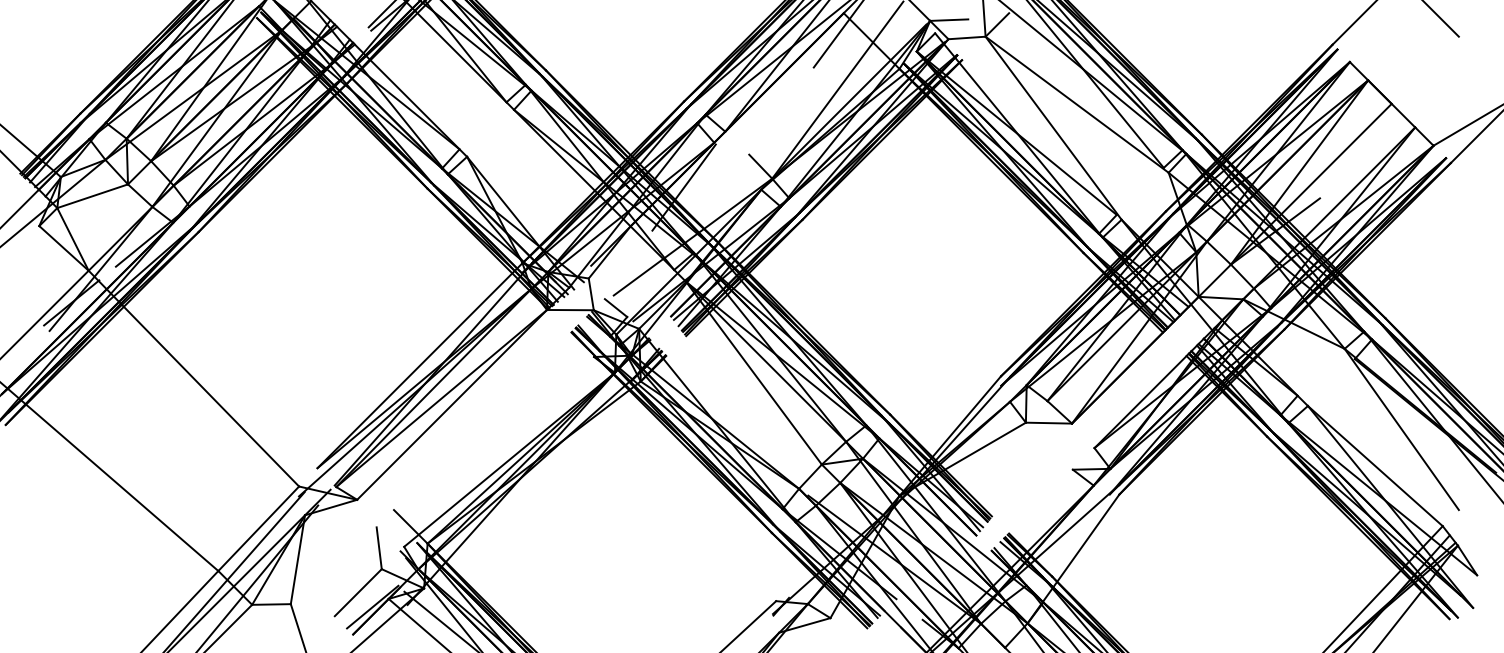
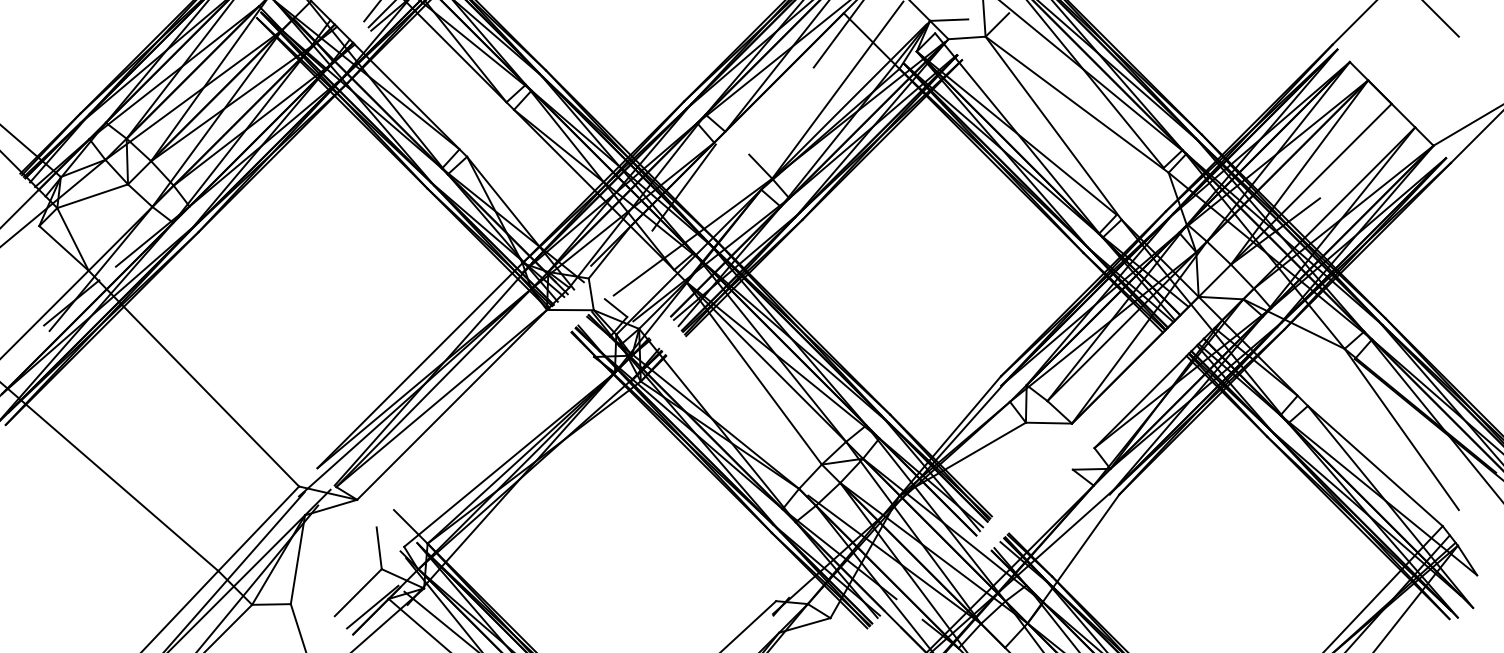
line at (371, 11): none -> present
